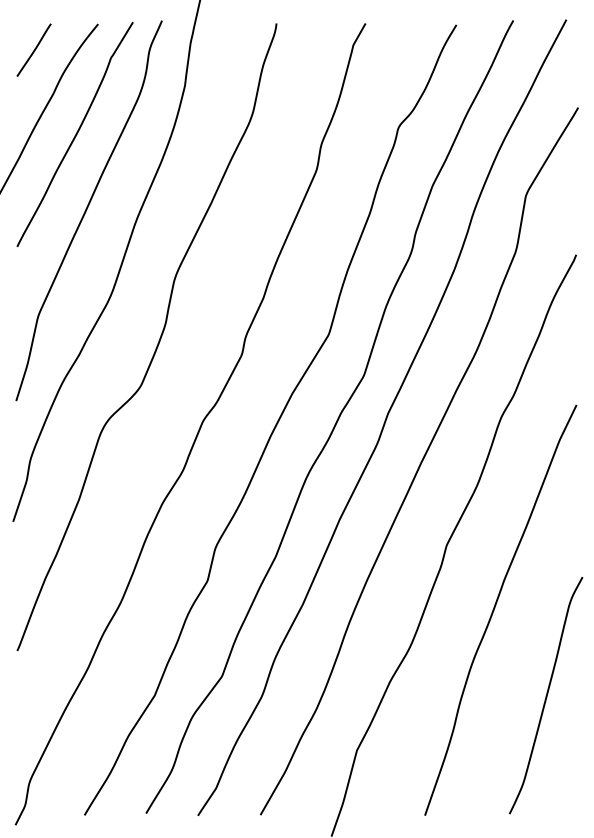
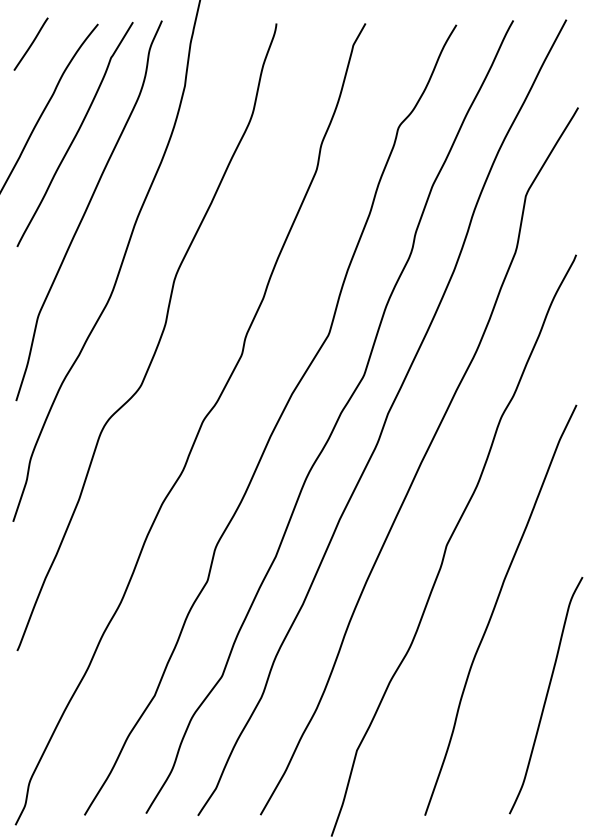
line at (34, 49) position: (34, 49) -> (31, 43)
